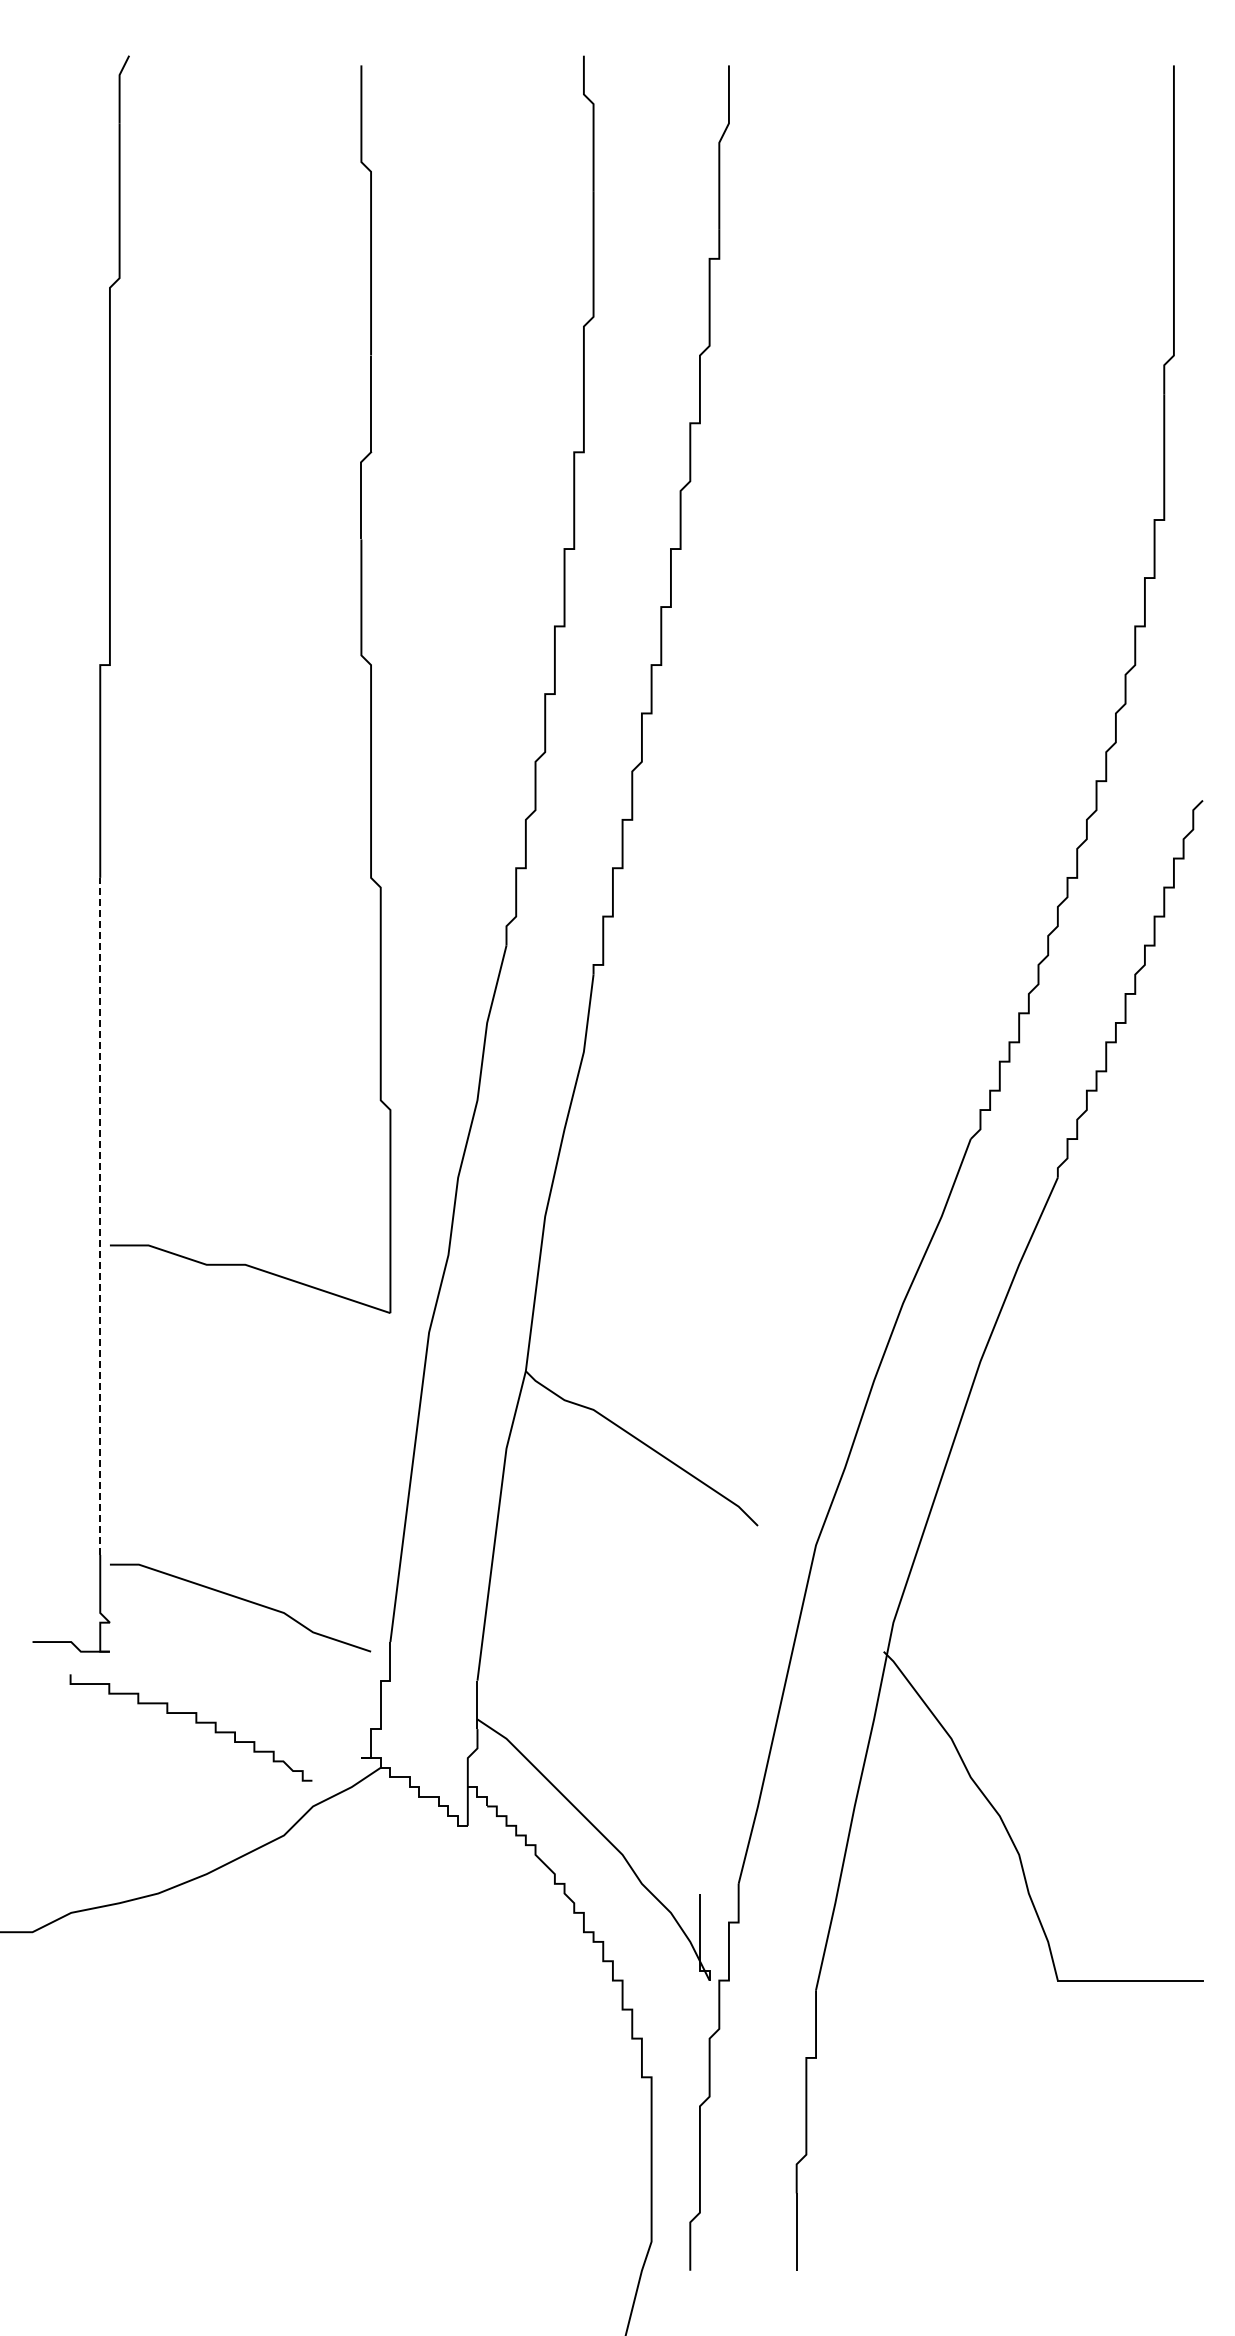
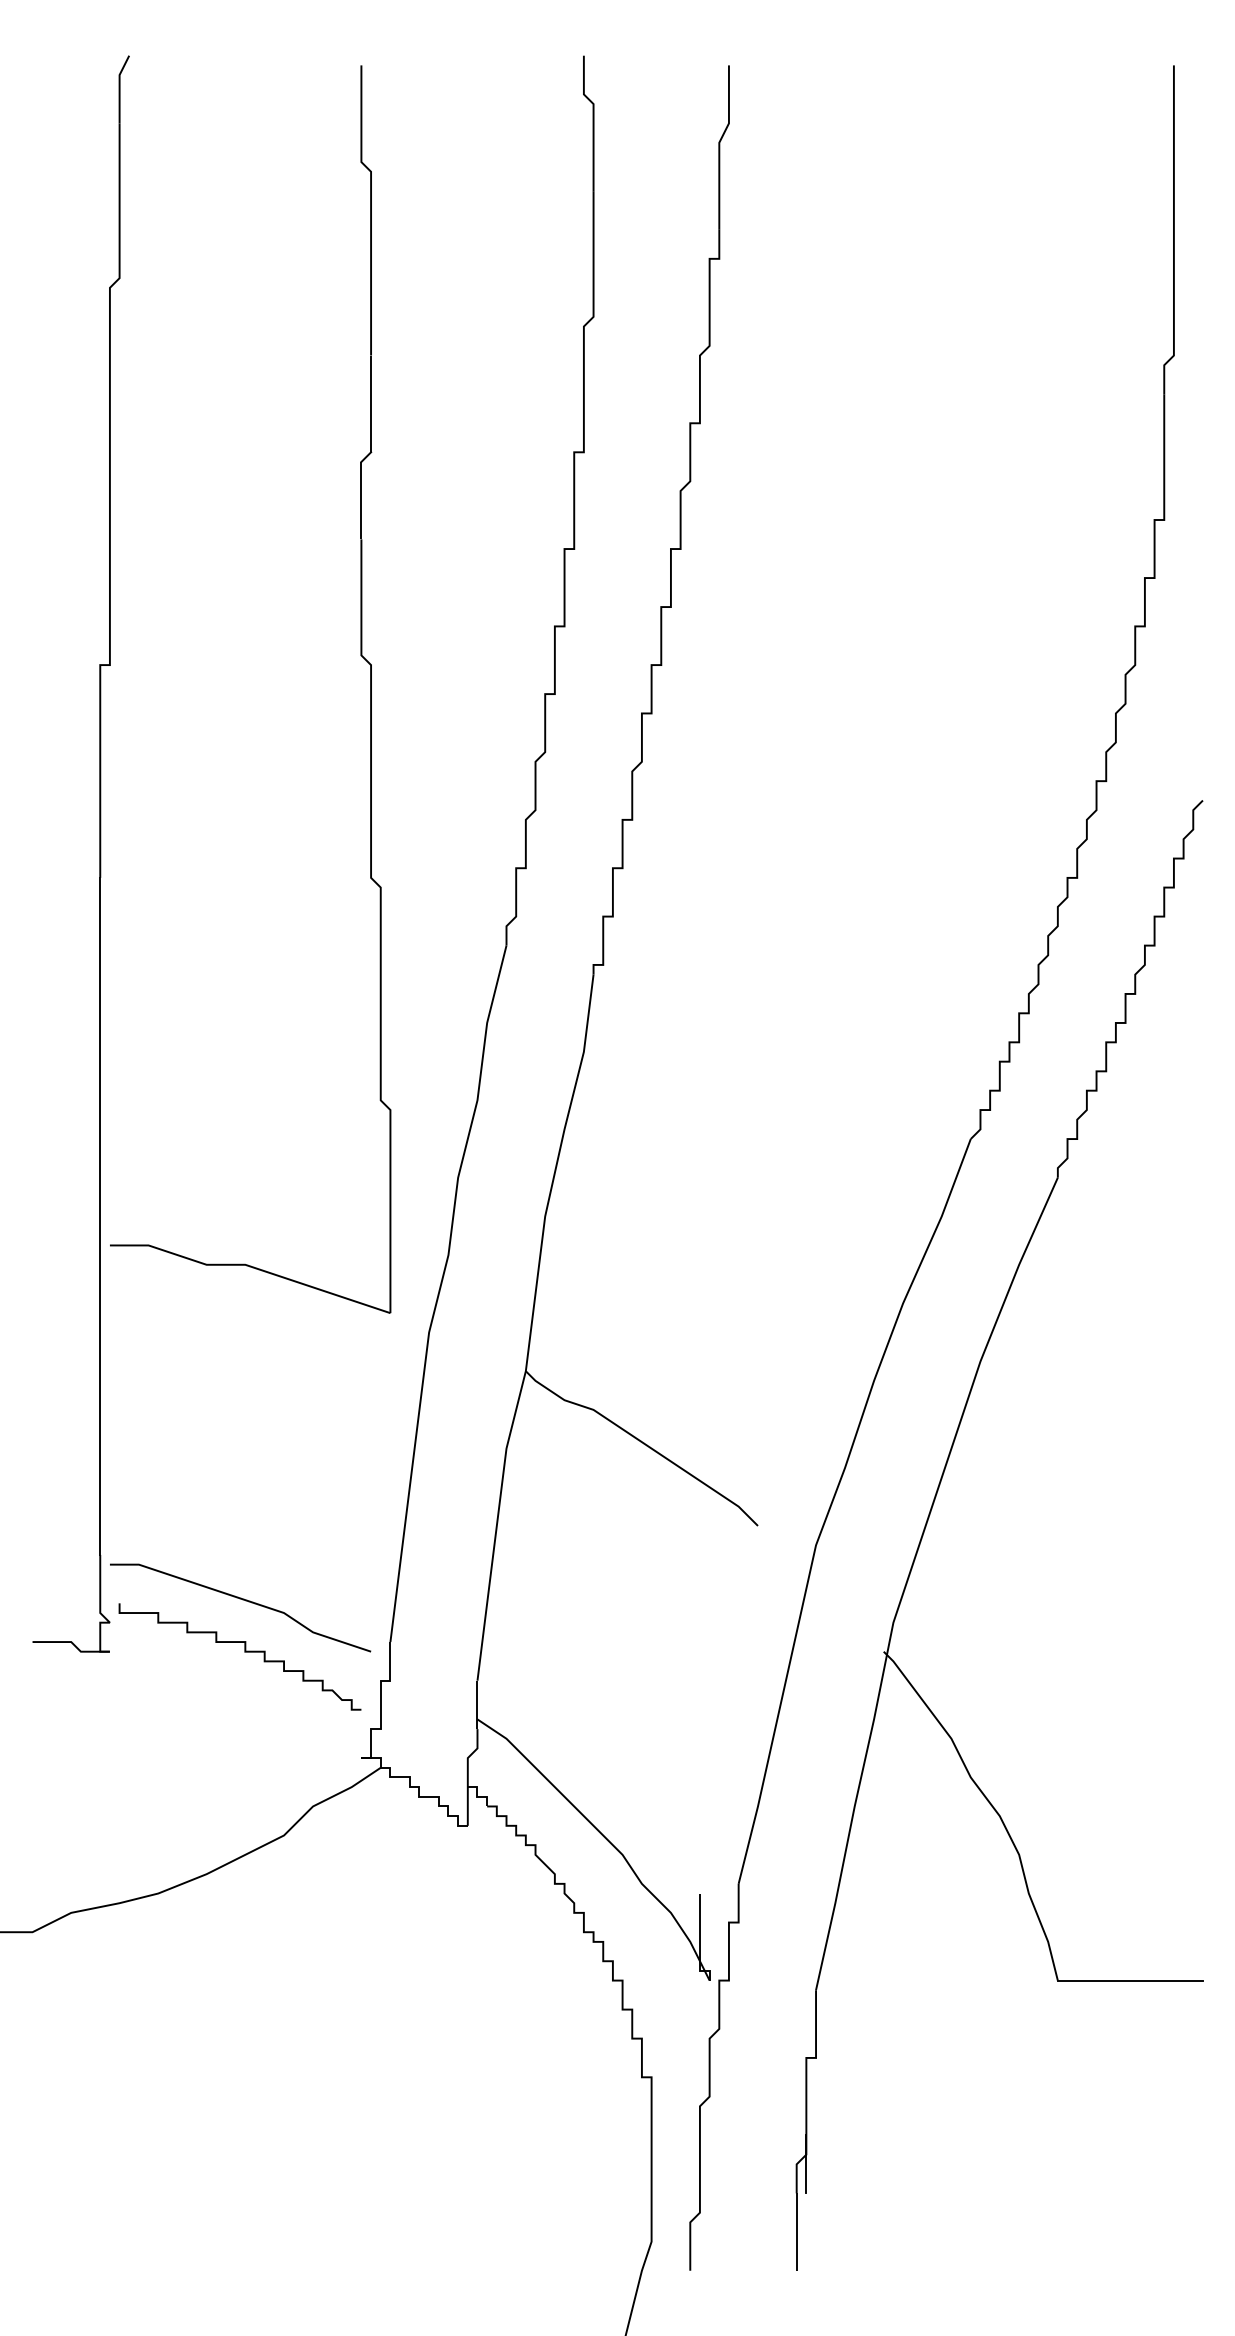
line at (100, 1216): dashed -> solid
curve at (195, 1723) position: (195, 1723) -> (244, 1652)
line at (806, 2164): none -> present
